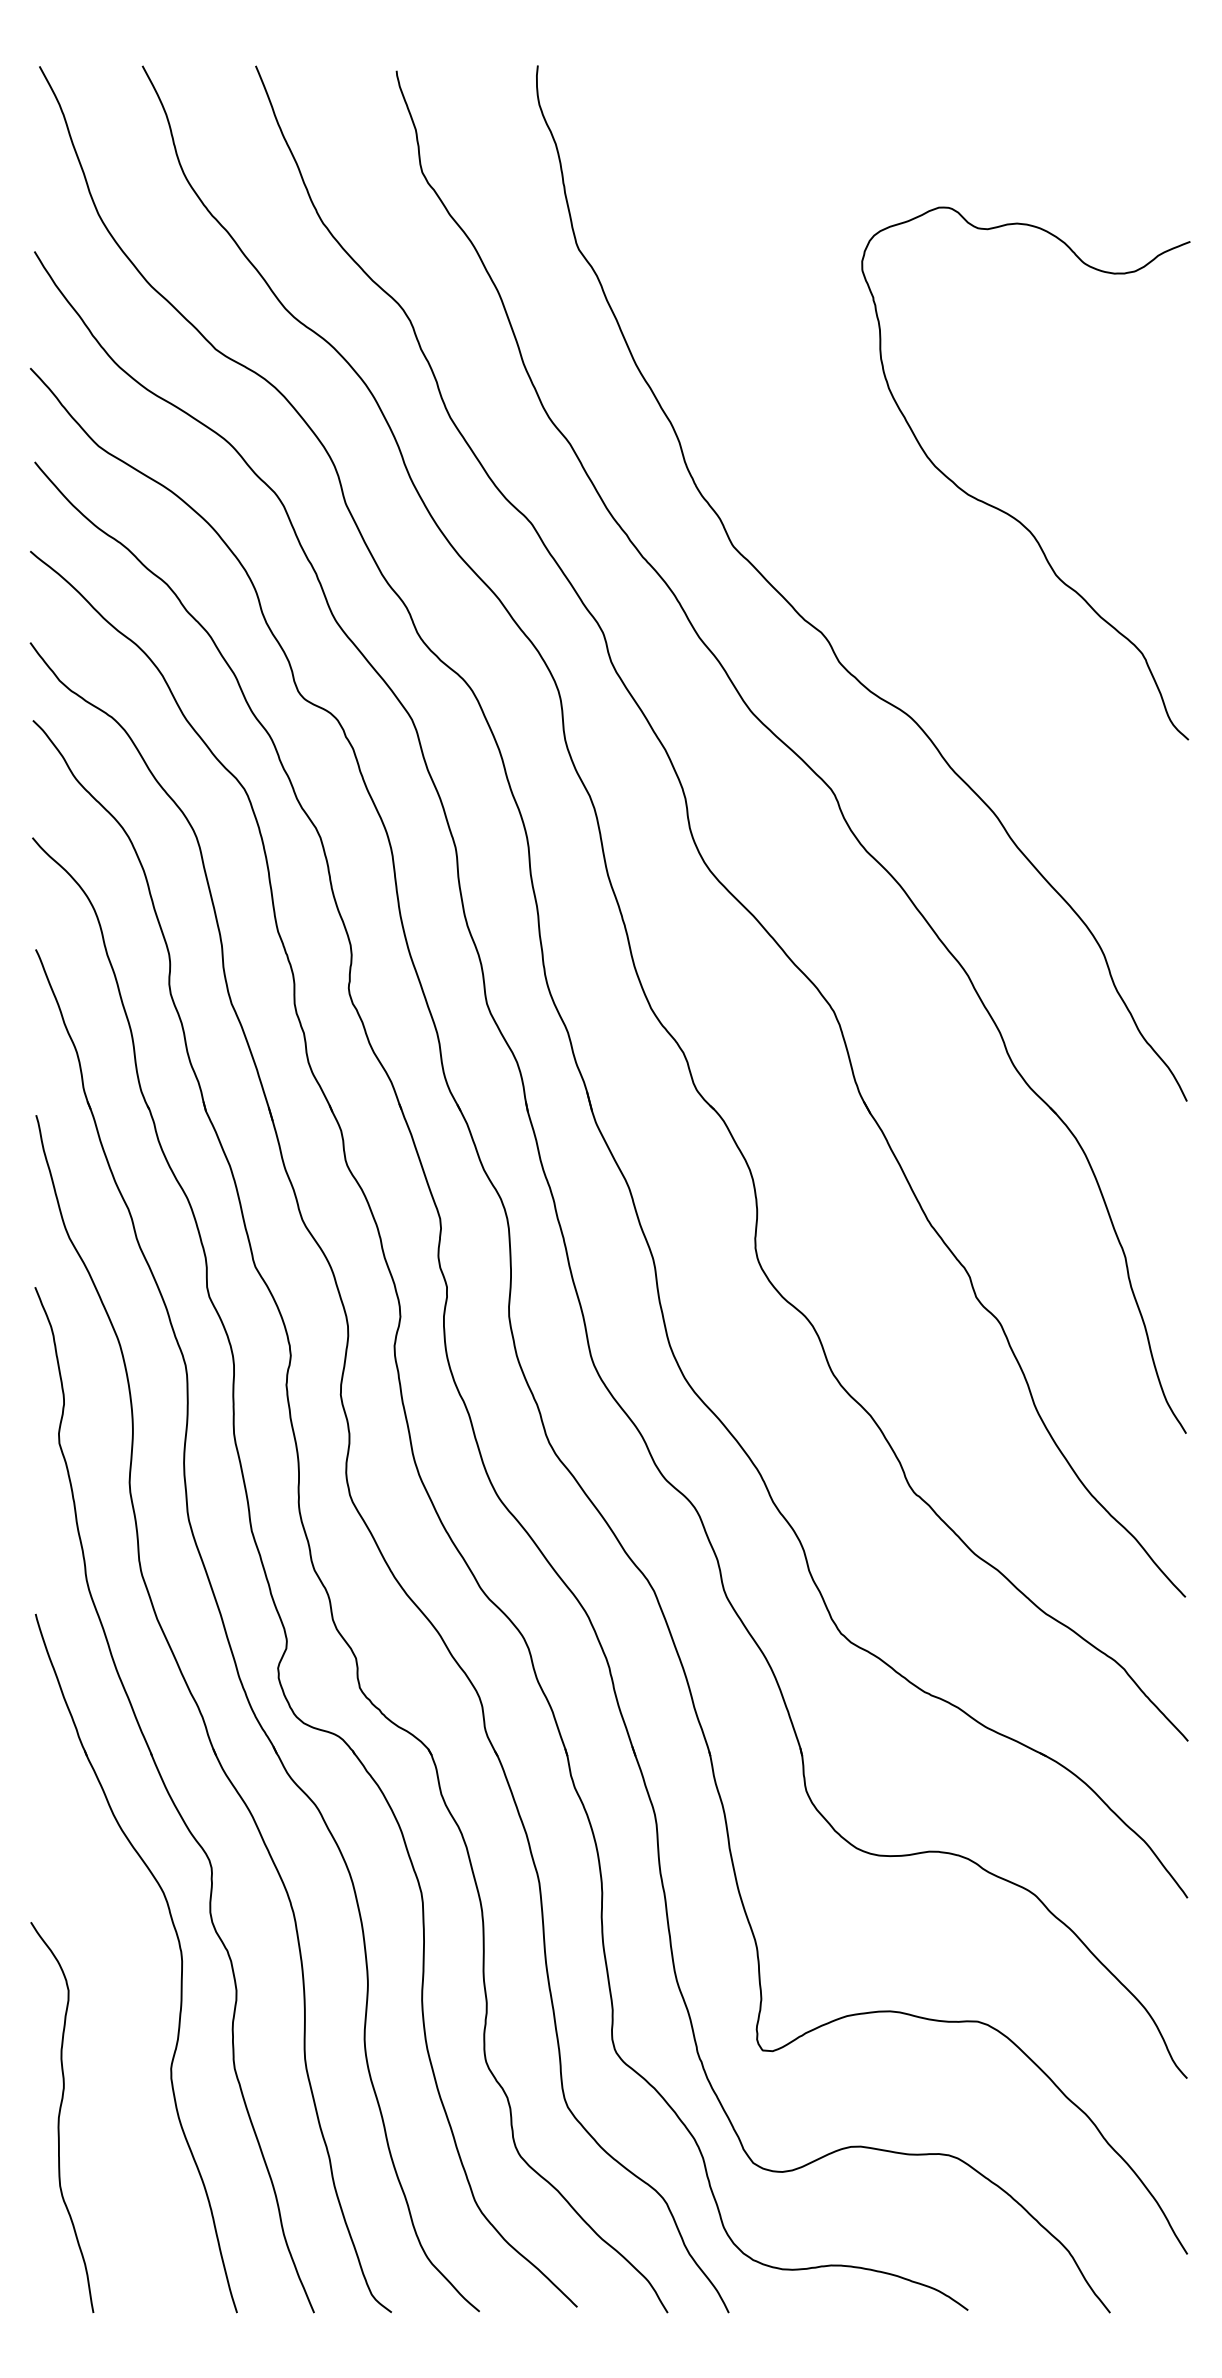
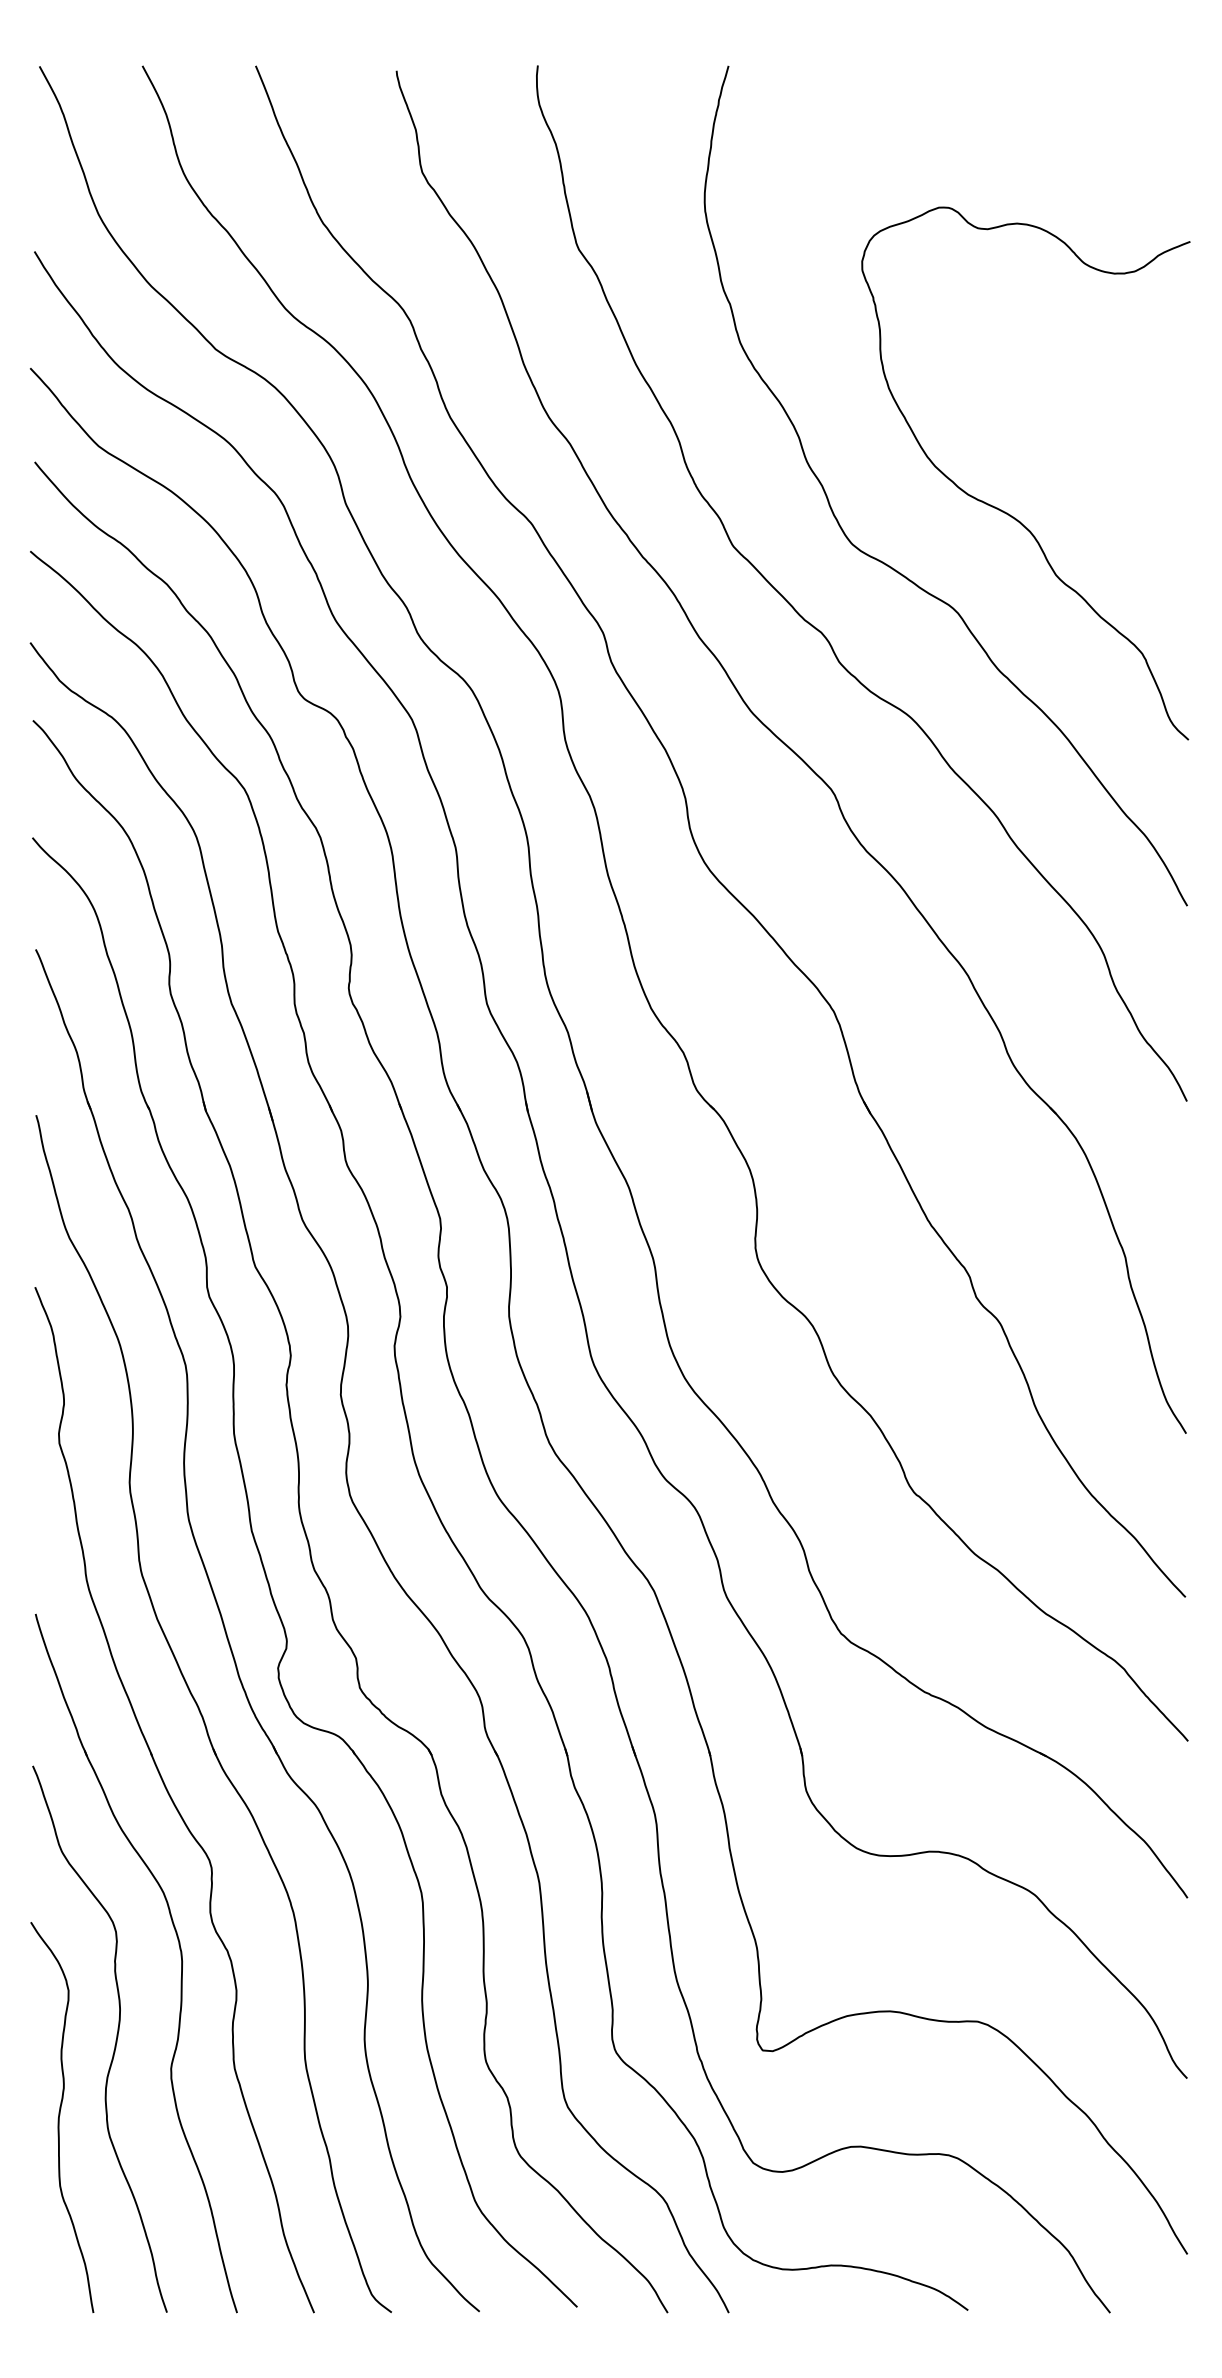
curve at (891, 566): none -> present
curve at (115, 2040): none -> present
